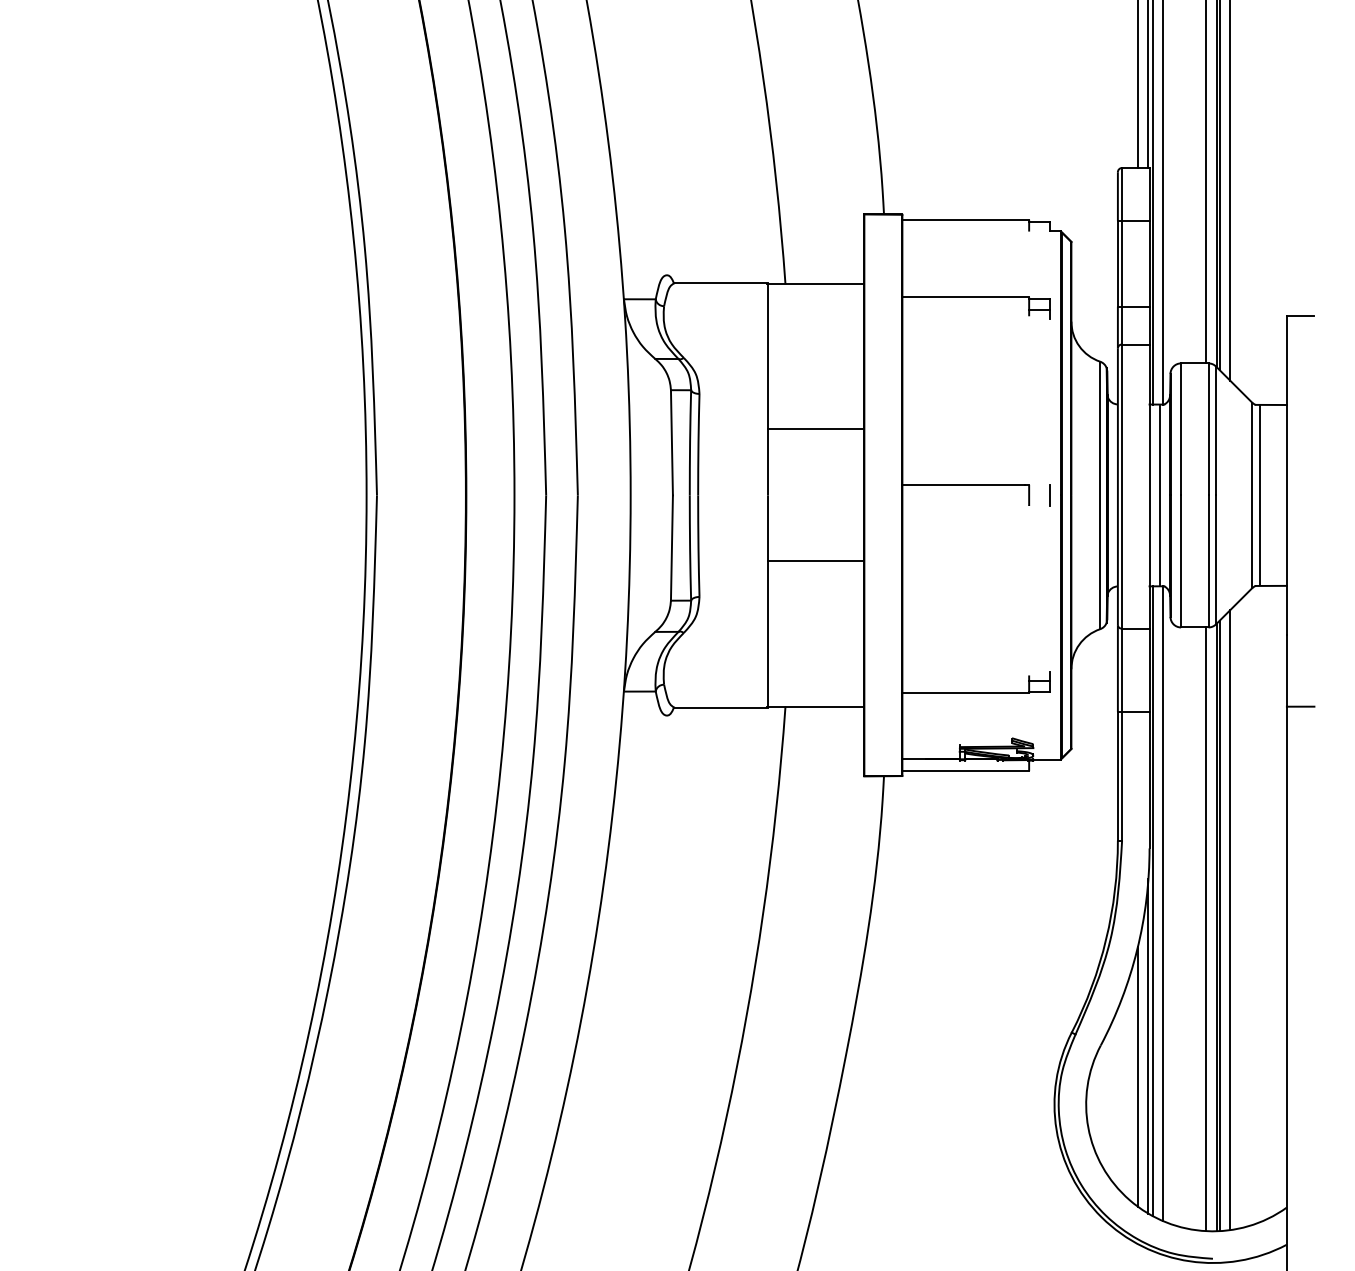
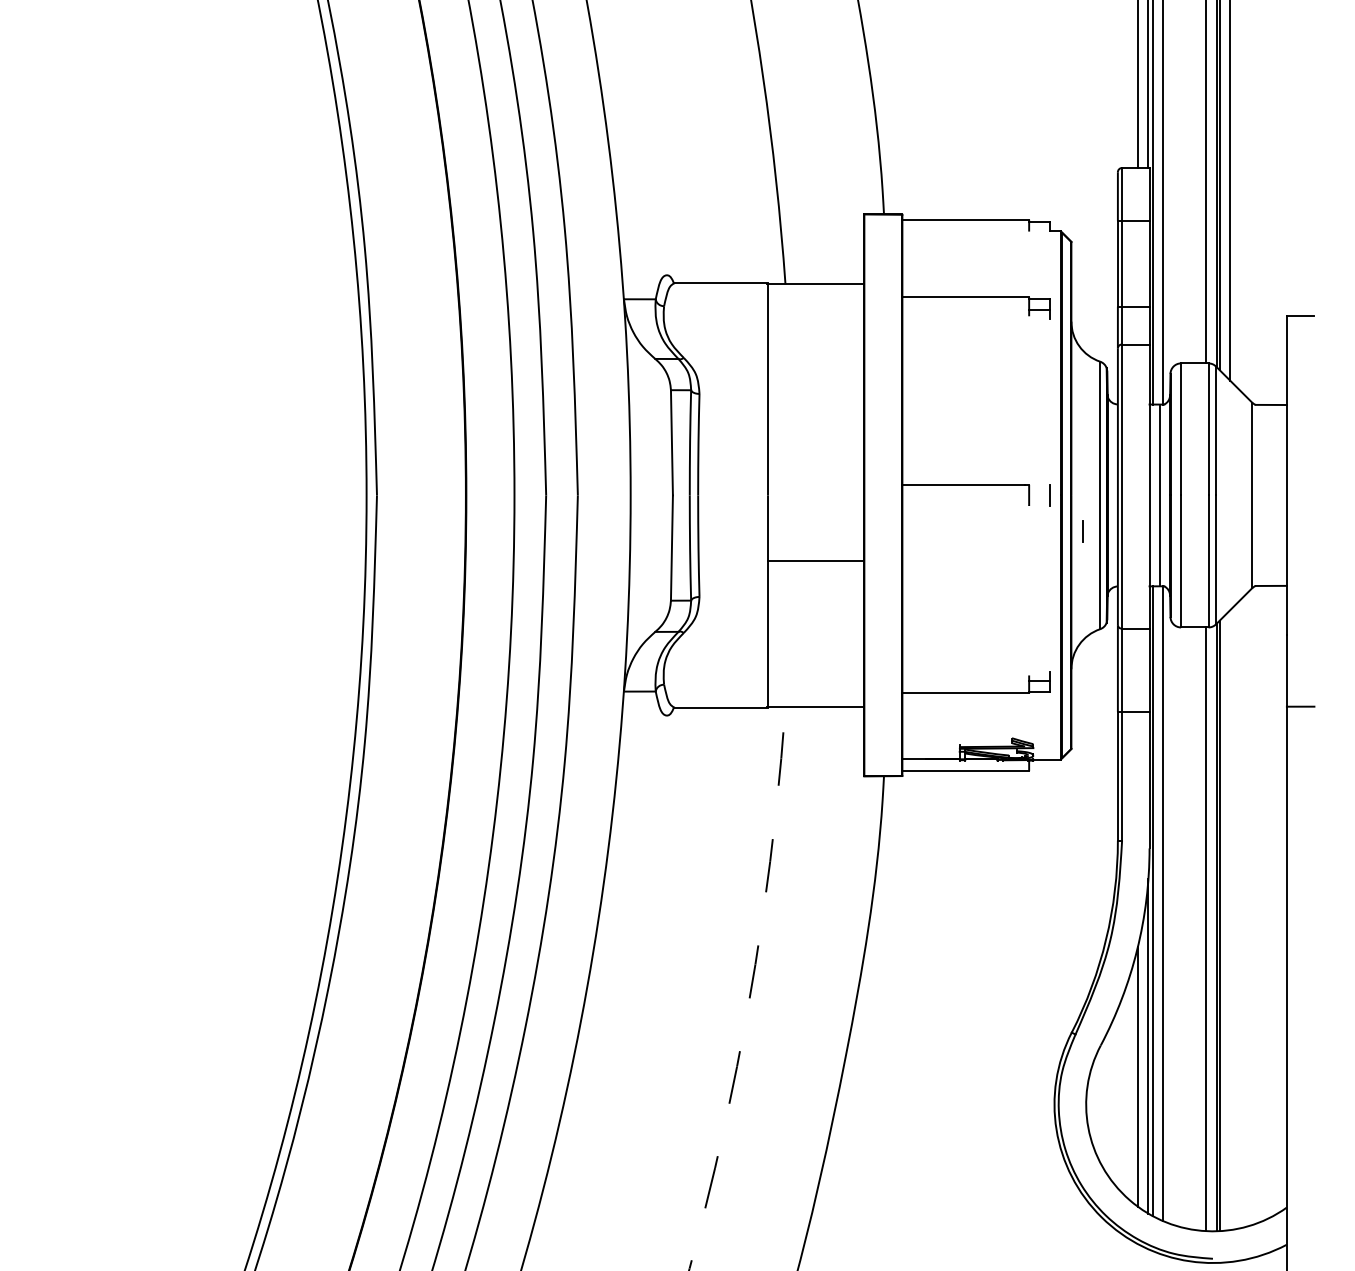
line at (815, 429): present -> none
line at (1259, 495): present -> none
line at (1082, 531): none -> present
line at (1230, 919): present -> none
arc at (750, 991): solid -> dashed
